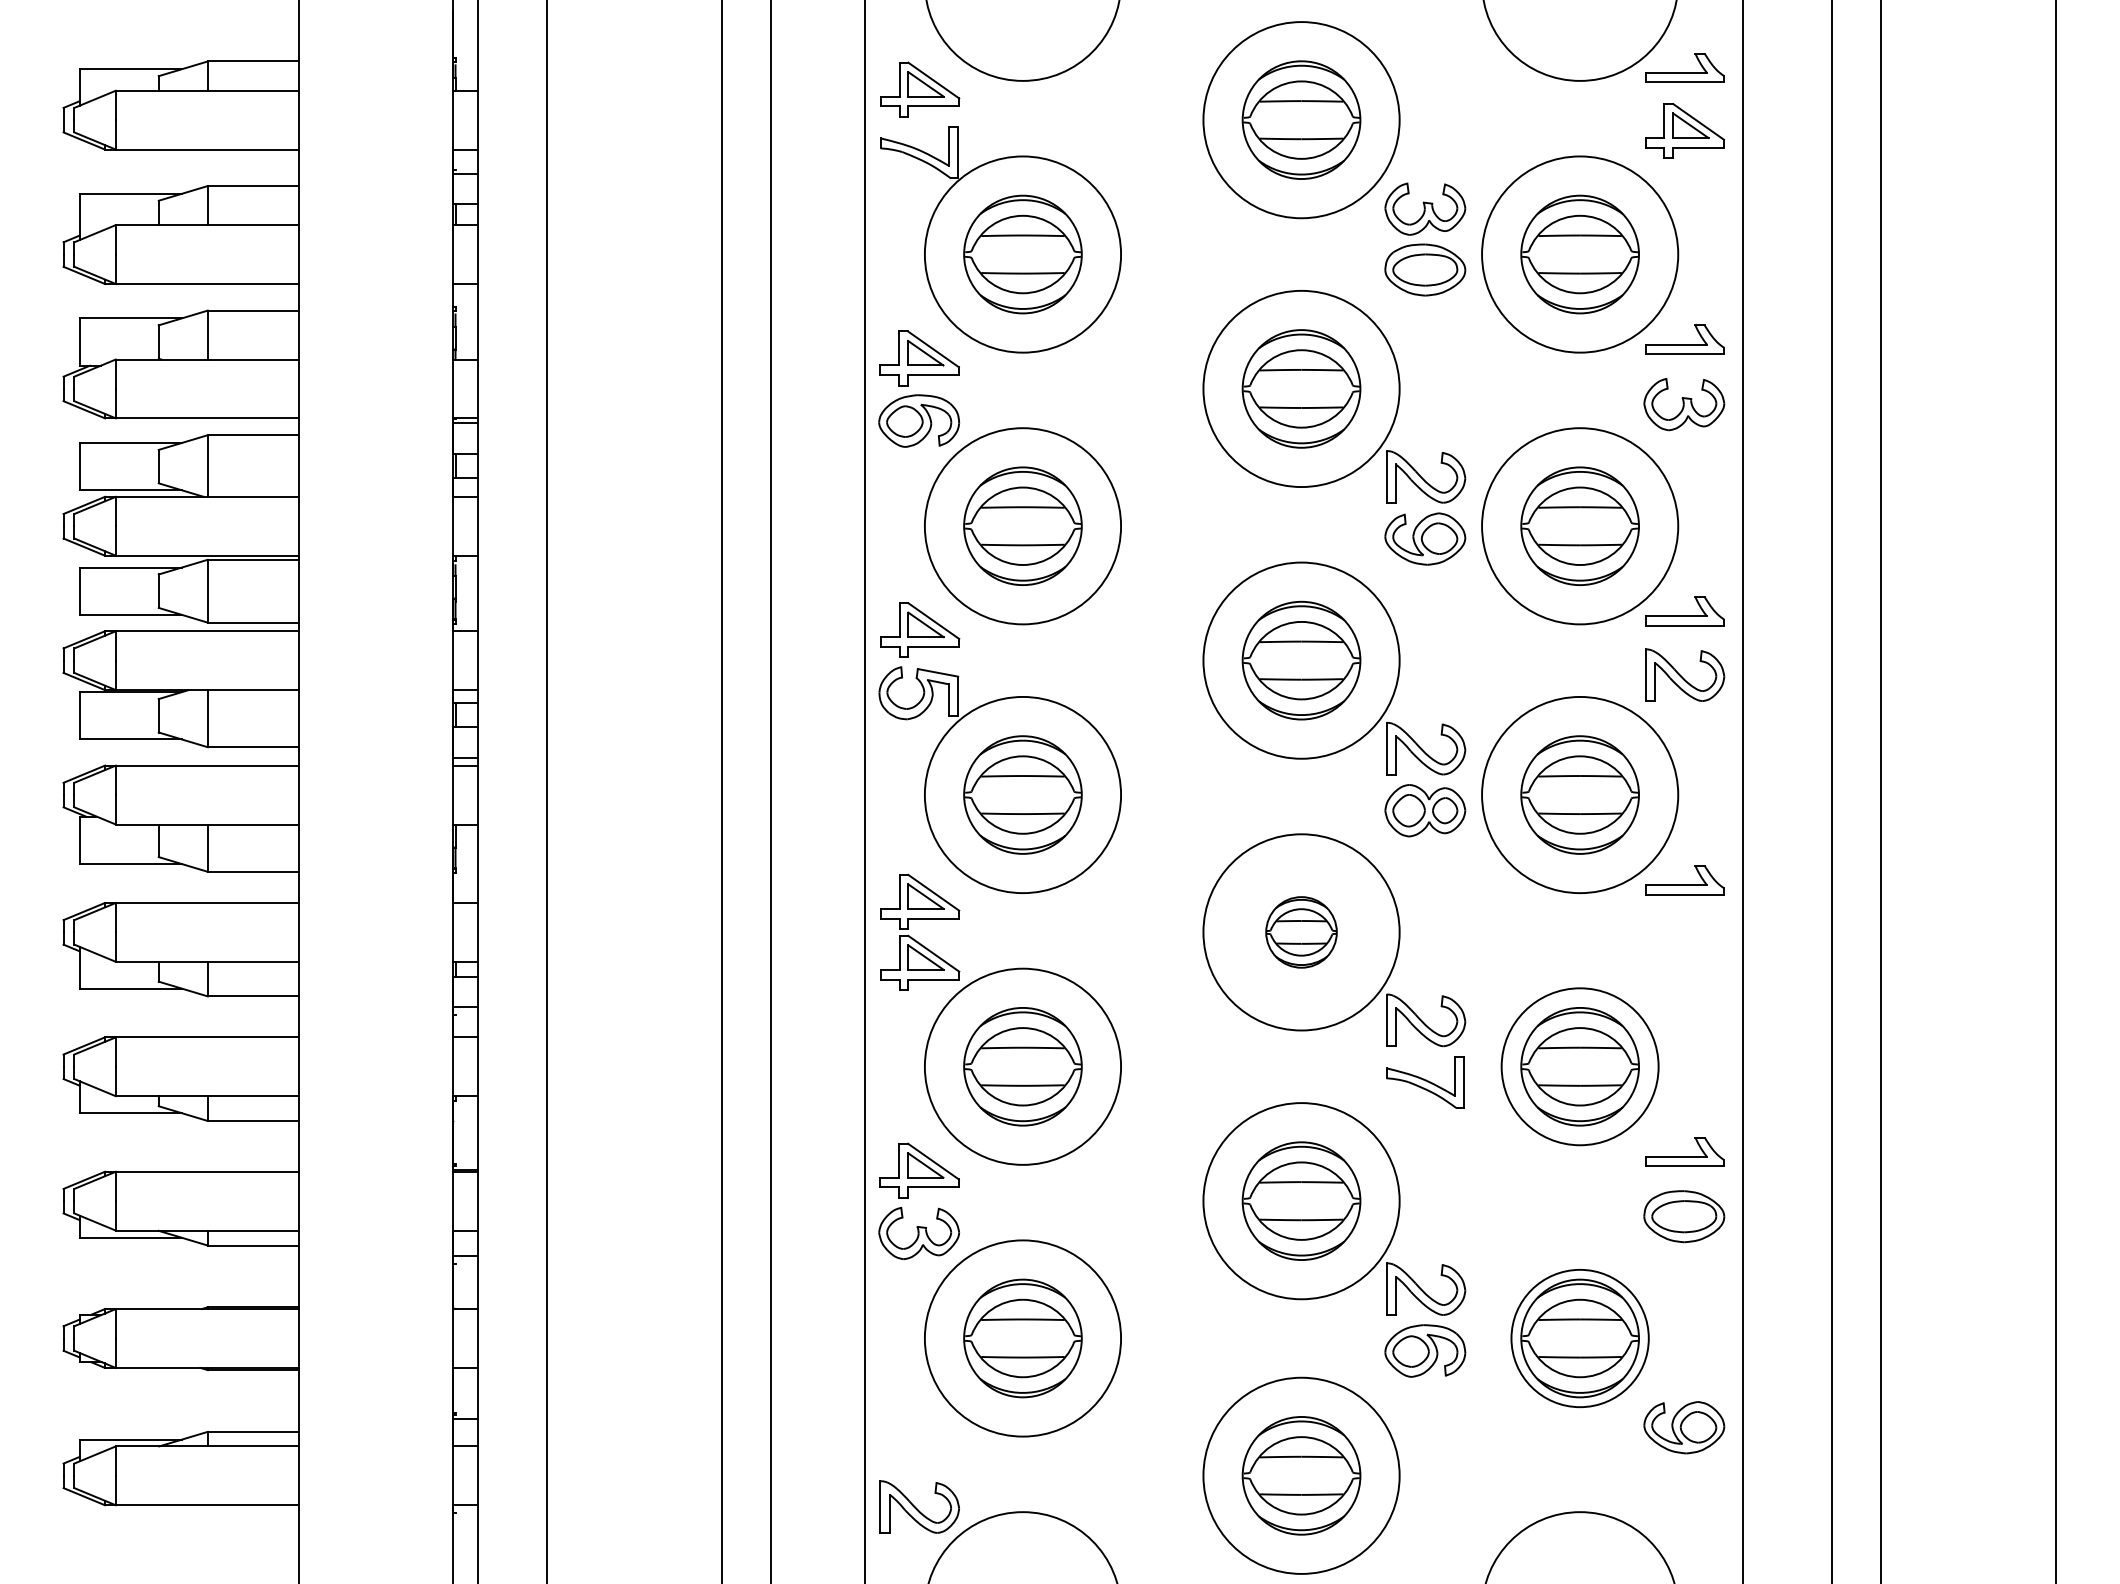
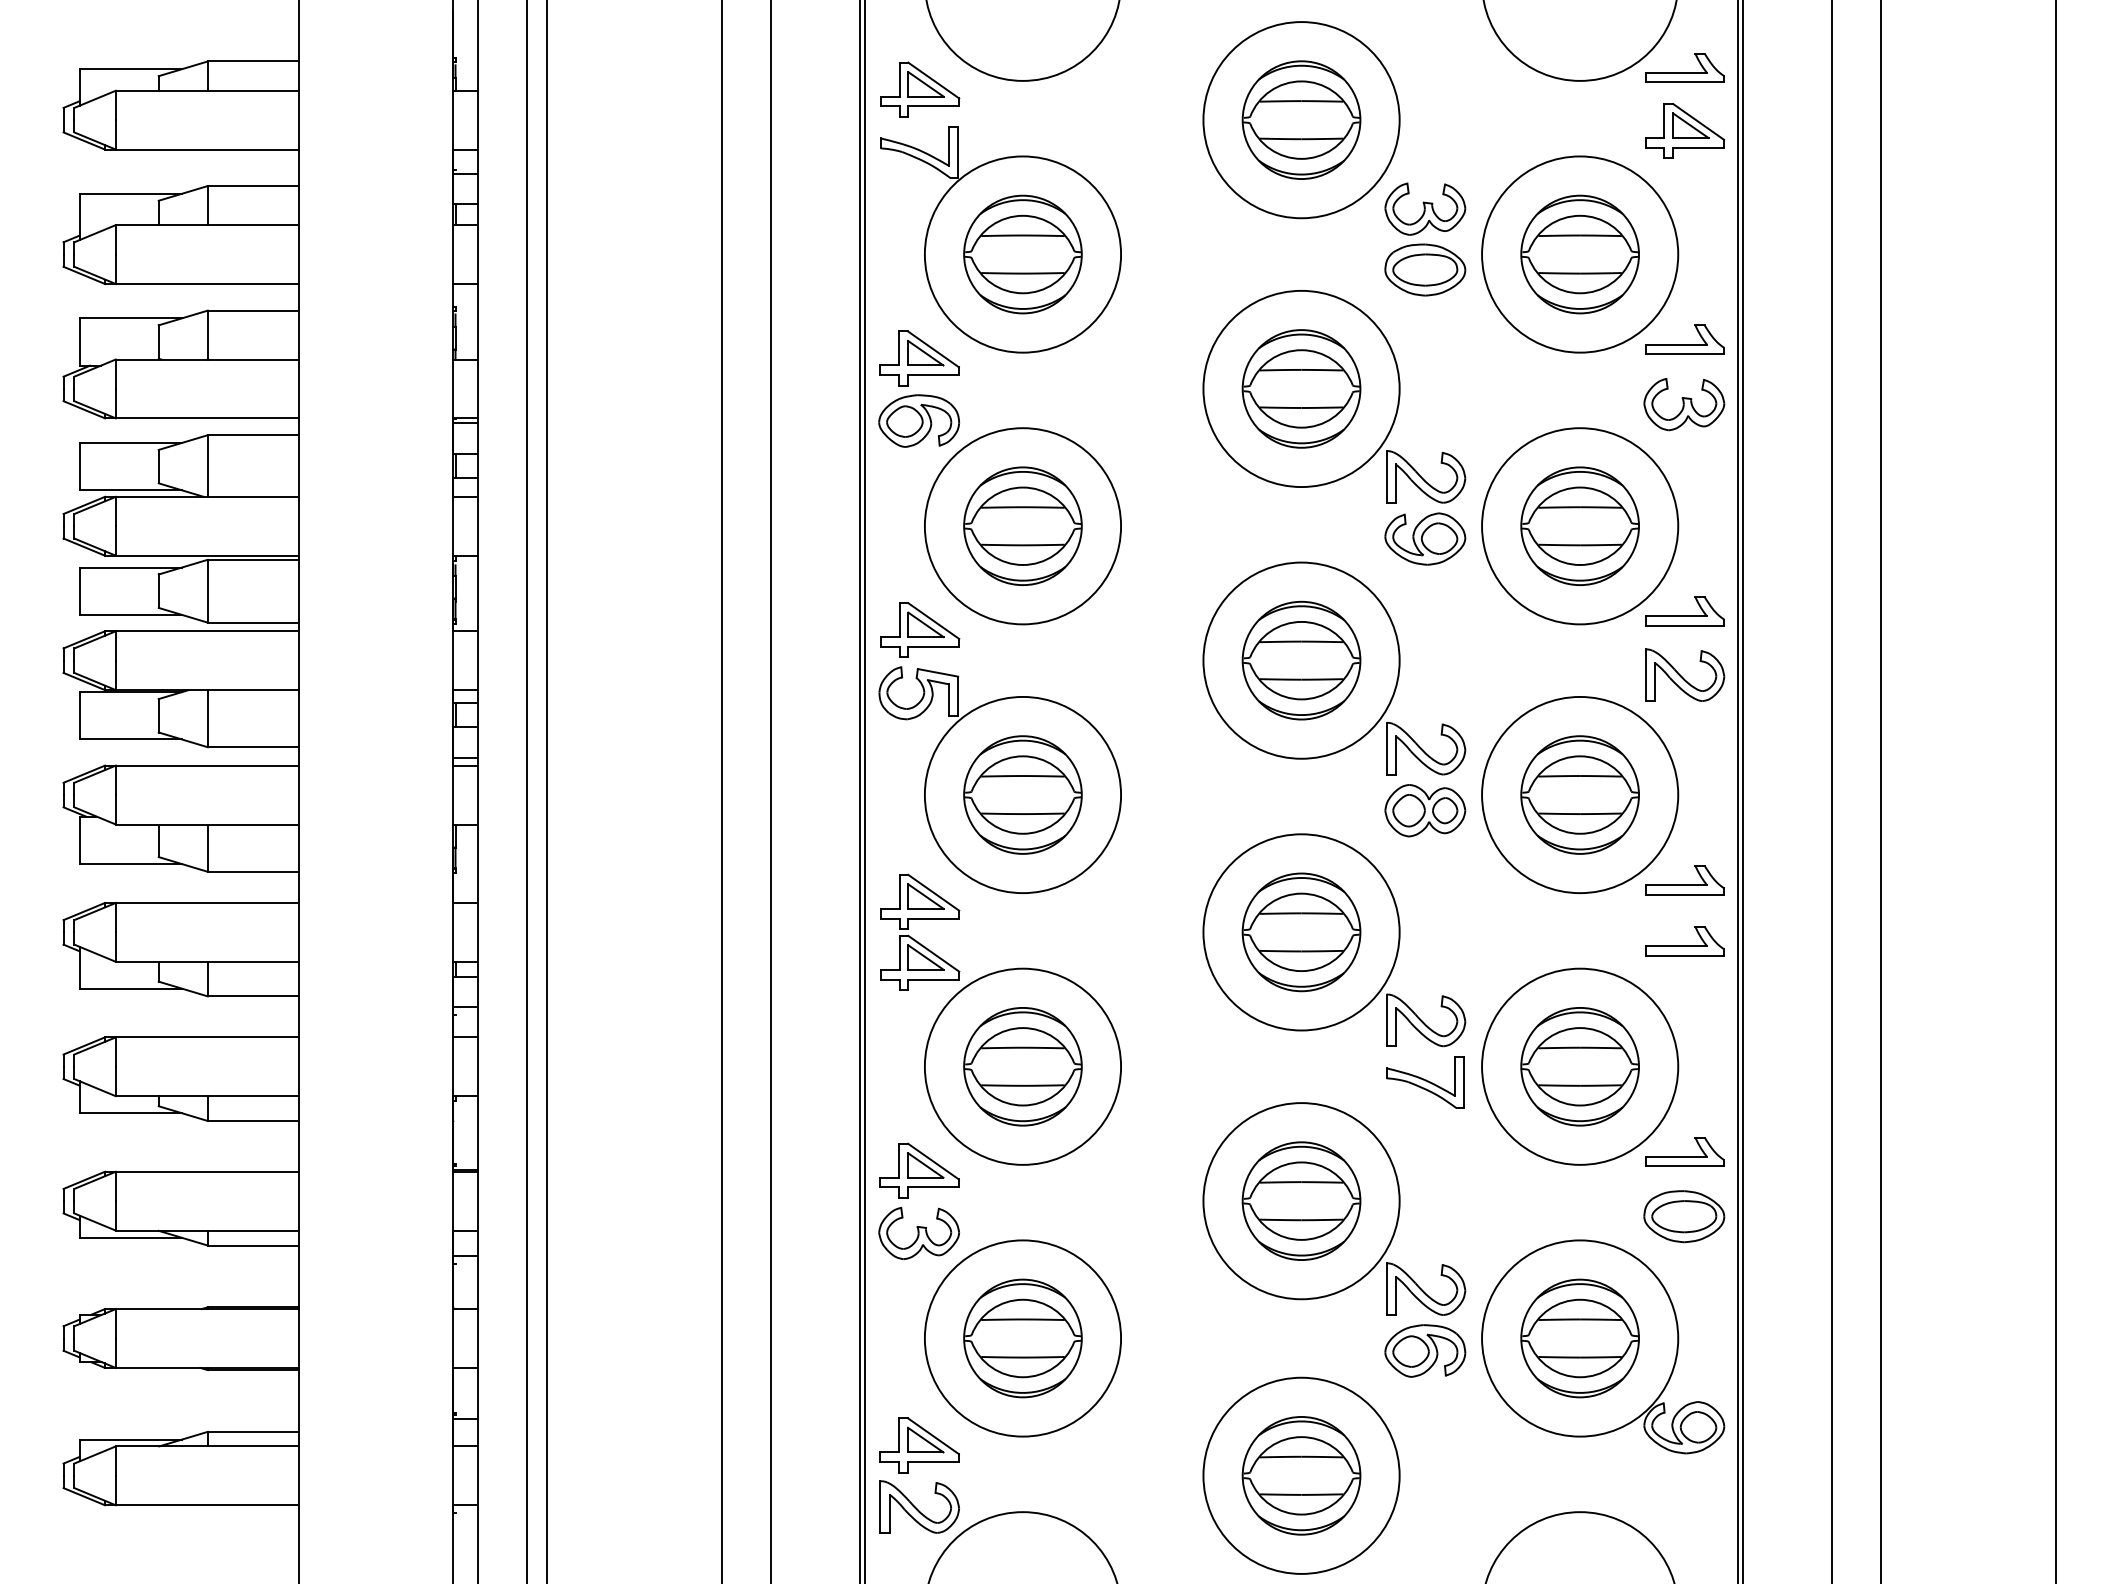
line at (526, 791): none -> present
line at (860, 791): none -> present
line at (1738, 791): none -> present
part at (1301, 932) size: 73x73 px -> 121x121 px
part at (1684, 941): none -> present
circle at (1579, 1066) diameter: 157 px -> 196 px
circle at (1579, 1338) diameter: 137 px -> 196 px
part at (919, 1445): none -> present
